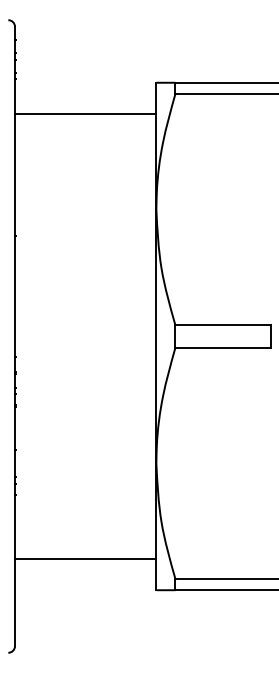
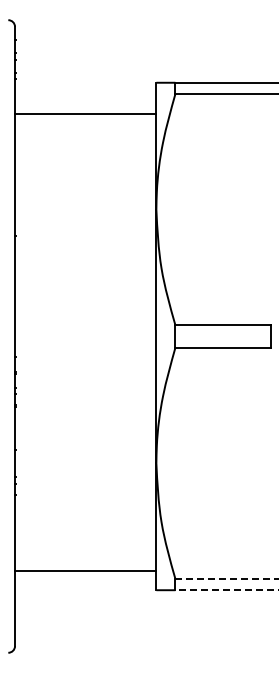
line at (85, 558) position: (85, 558) -> (85, 570)
line at (227, 578): solid -> dashed
line at (227, 590): solid -> dashed
